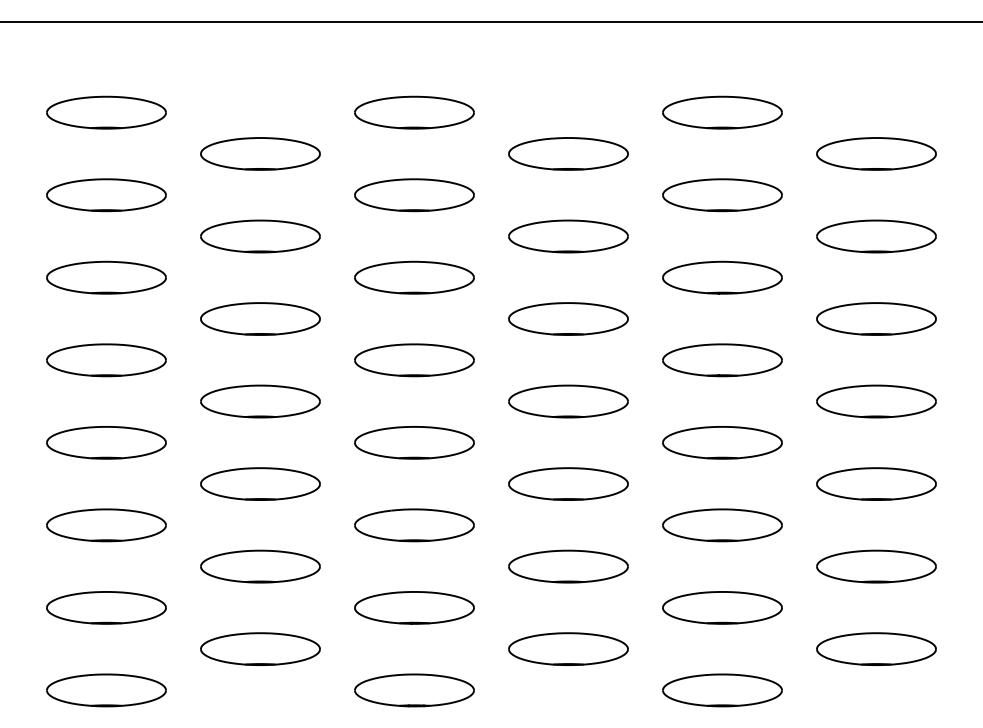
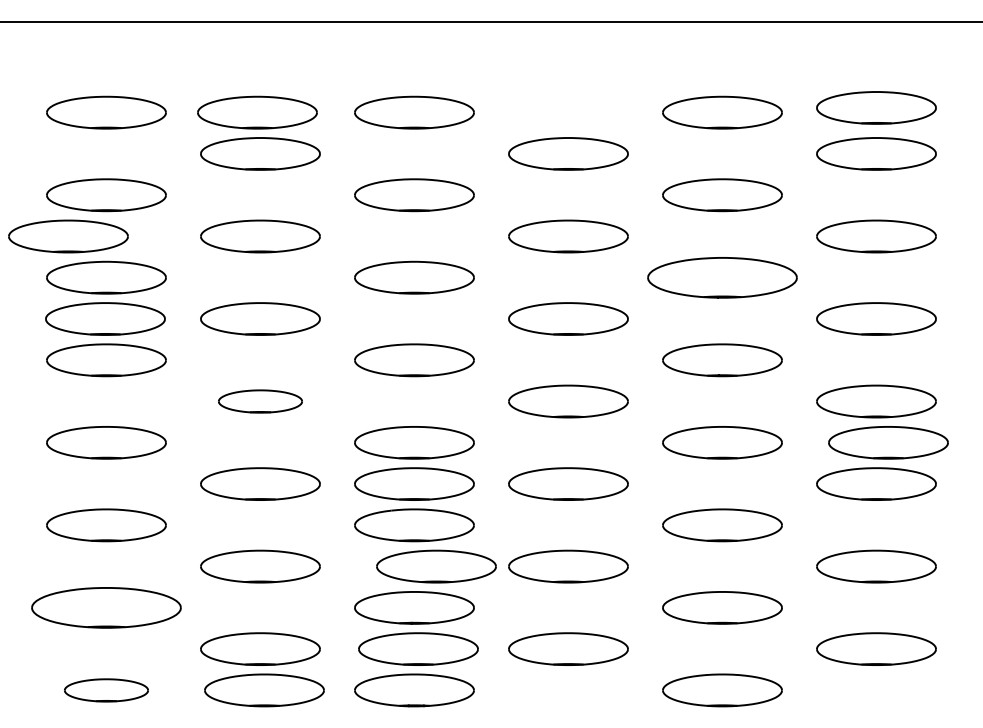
part at (876, 107): none -> present
part at (257, 112): none -> present
part at (68, 236): none -> present
part at (722, 277) size: 121x35 px -> 151x42 px
part at (105, 318): none -> present
part at (260, 401) size: 121x35 px -> 85x25 px
part at (888, 442): none -> present
part at (414, 483): none -> present
part at (436, 566): none -> present
part at (106, 607) size: 121x34 px -> 151x42 px
part at (418, 648): none -> present
part at (106, 690) size: 121x35 px -> 85x25 px
part at (264, 690): none -> present
